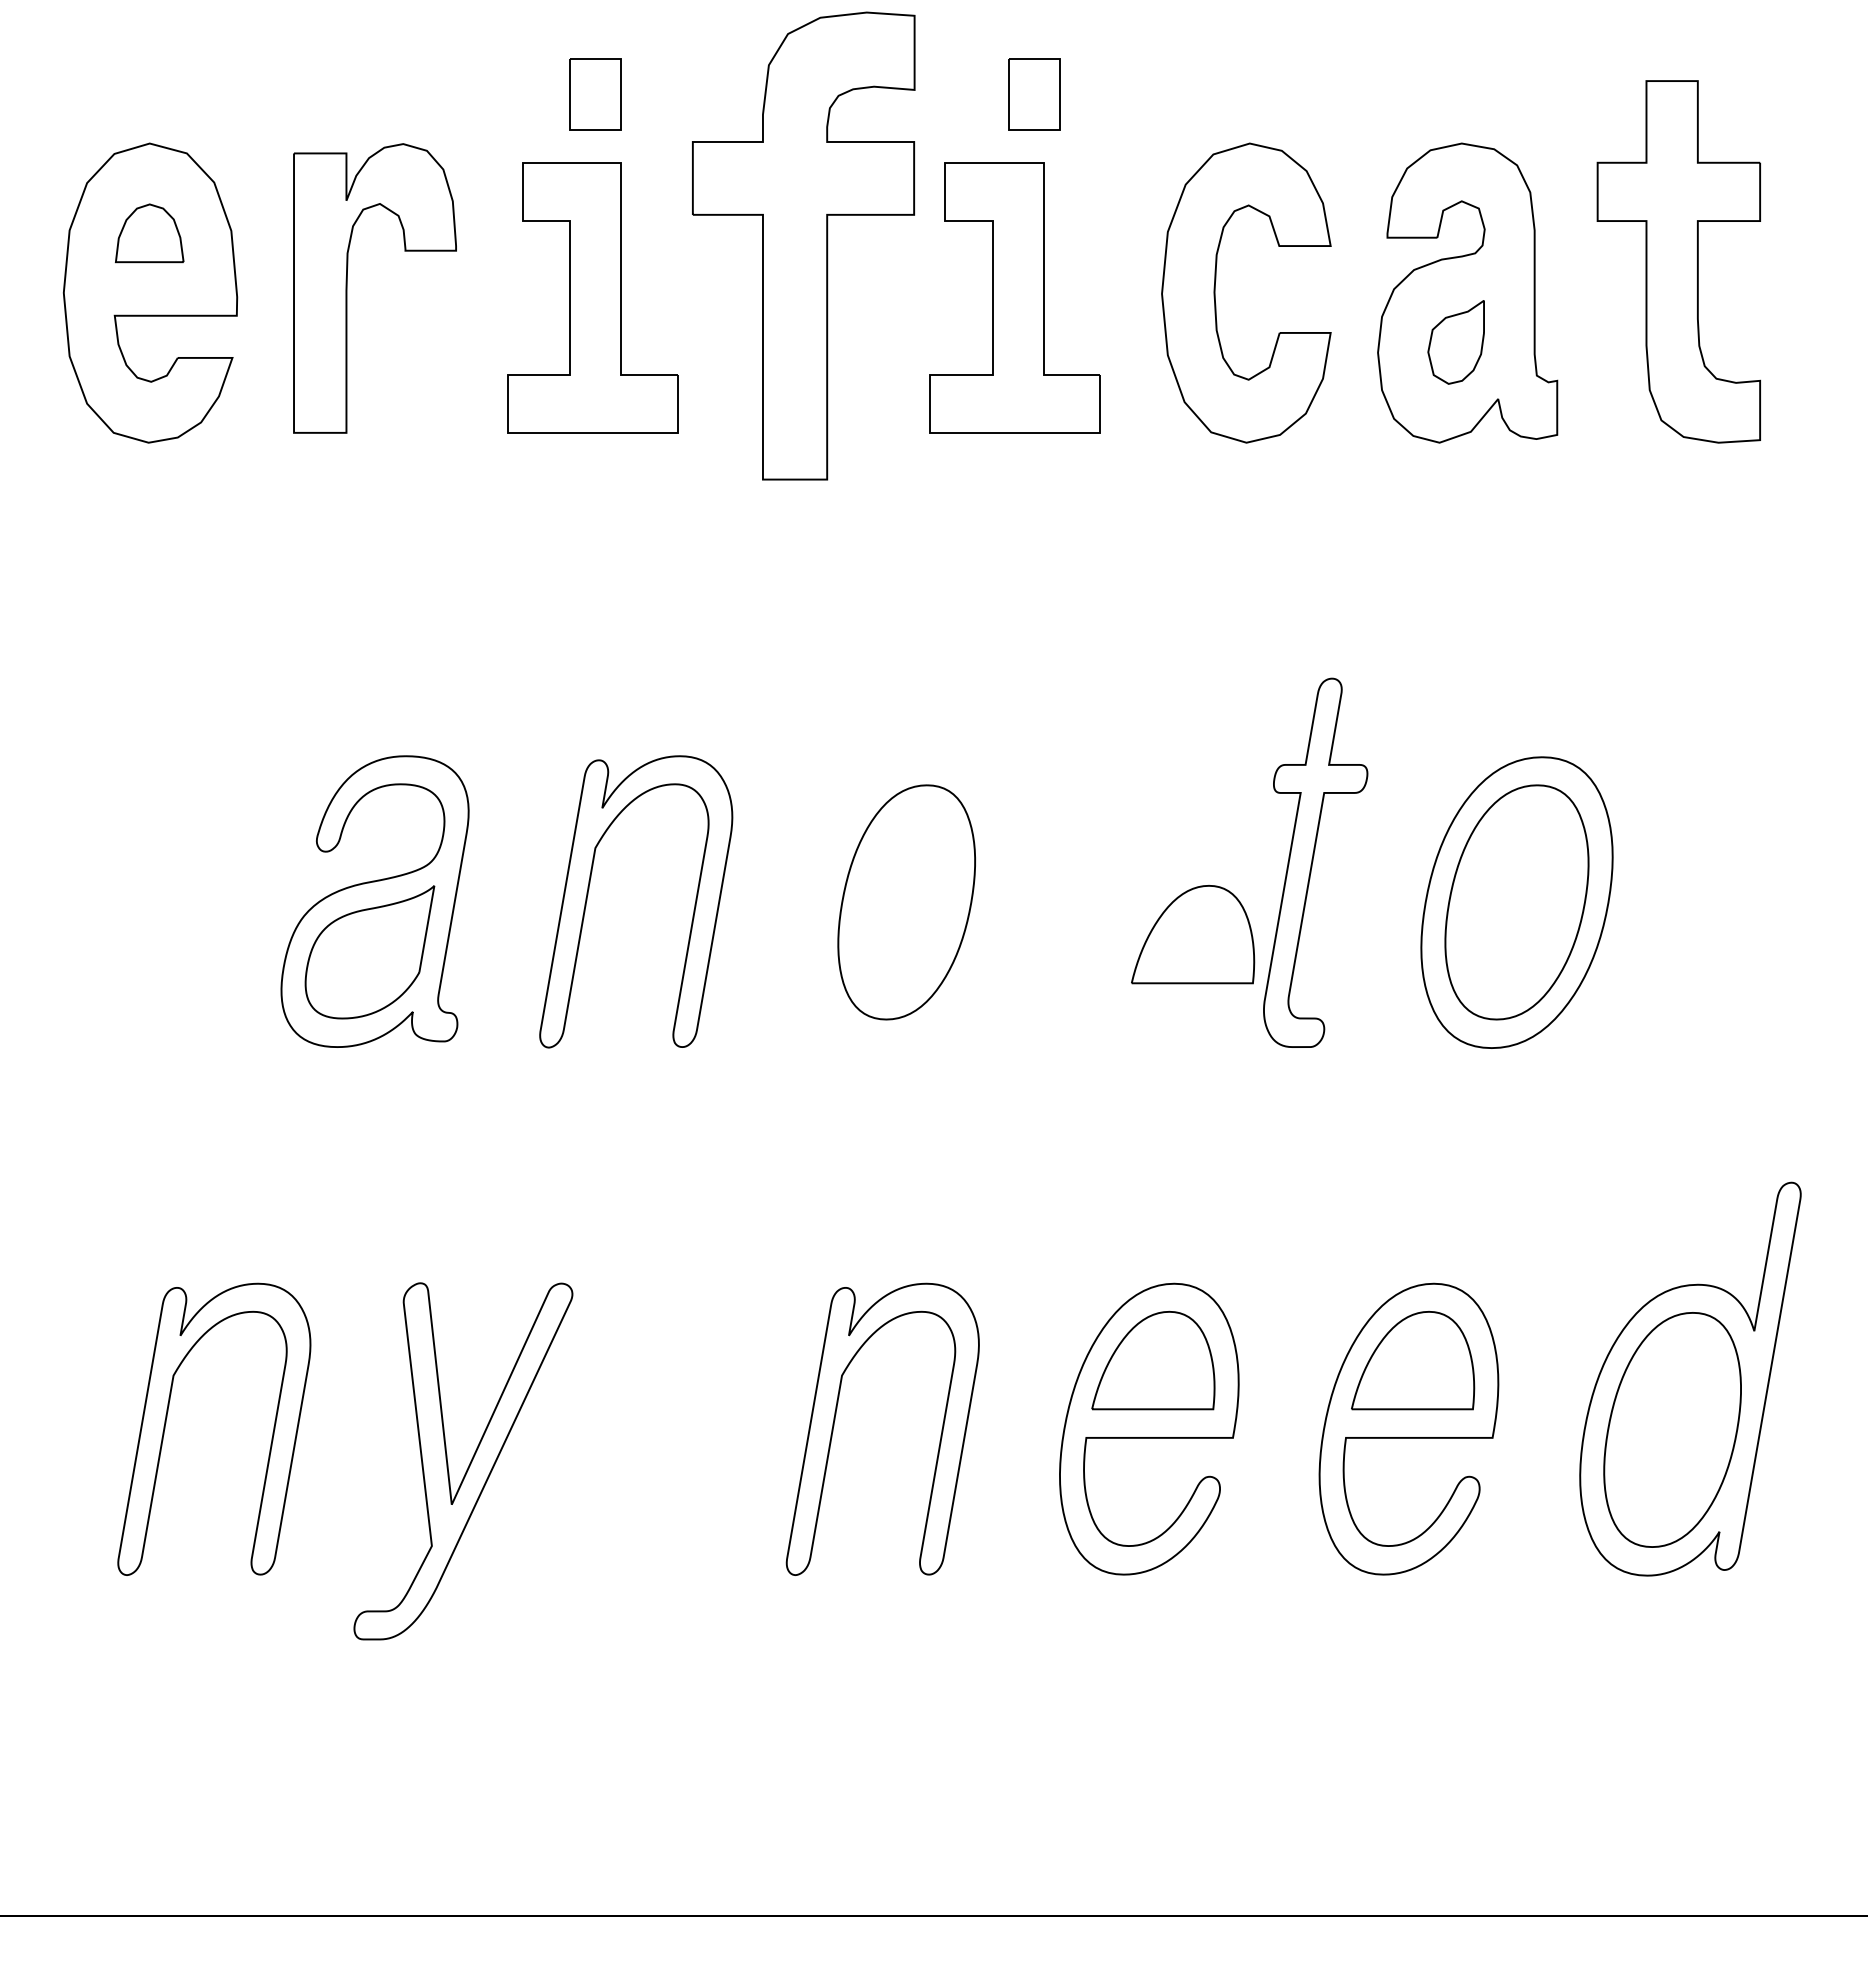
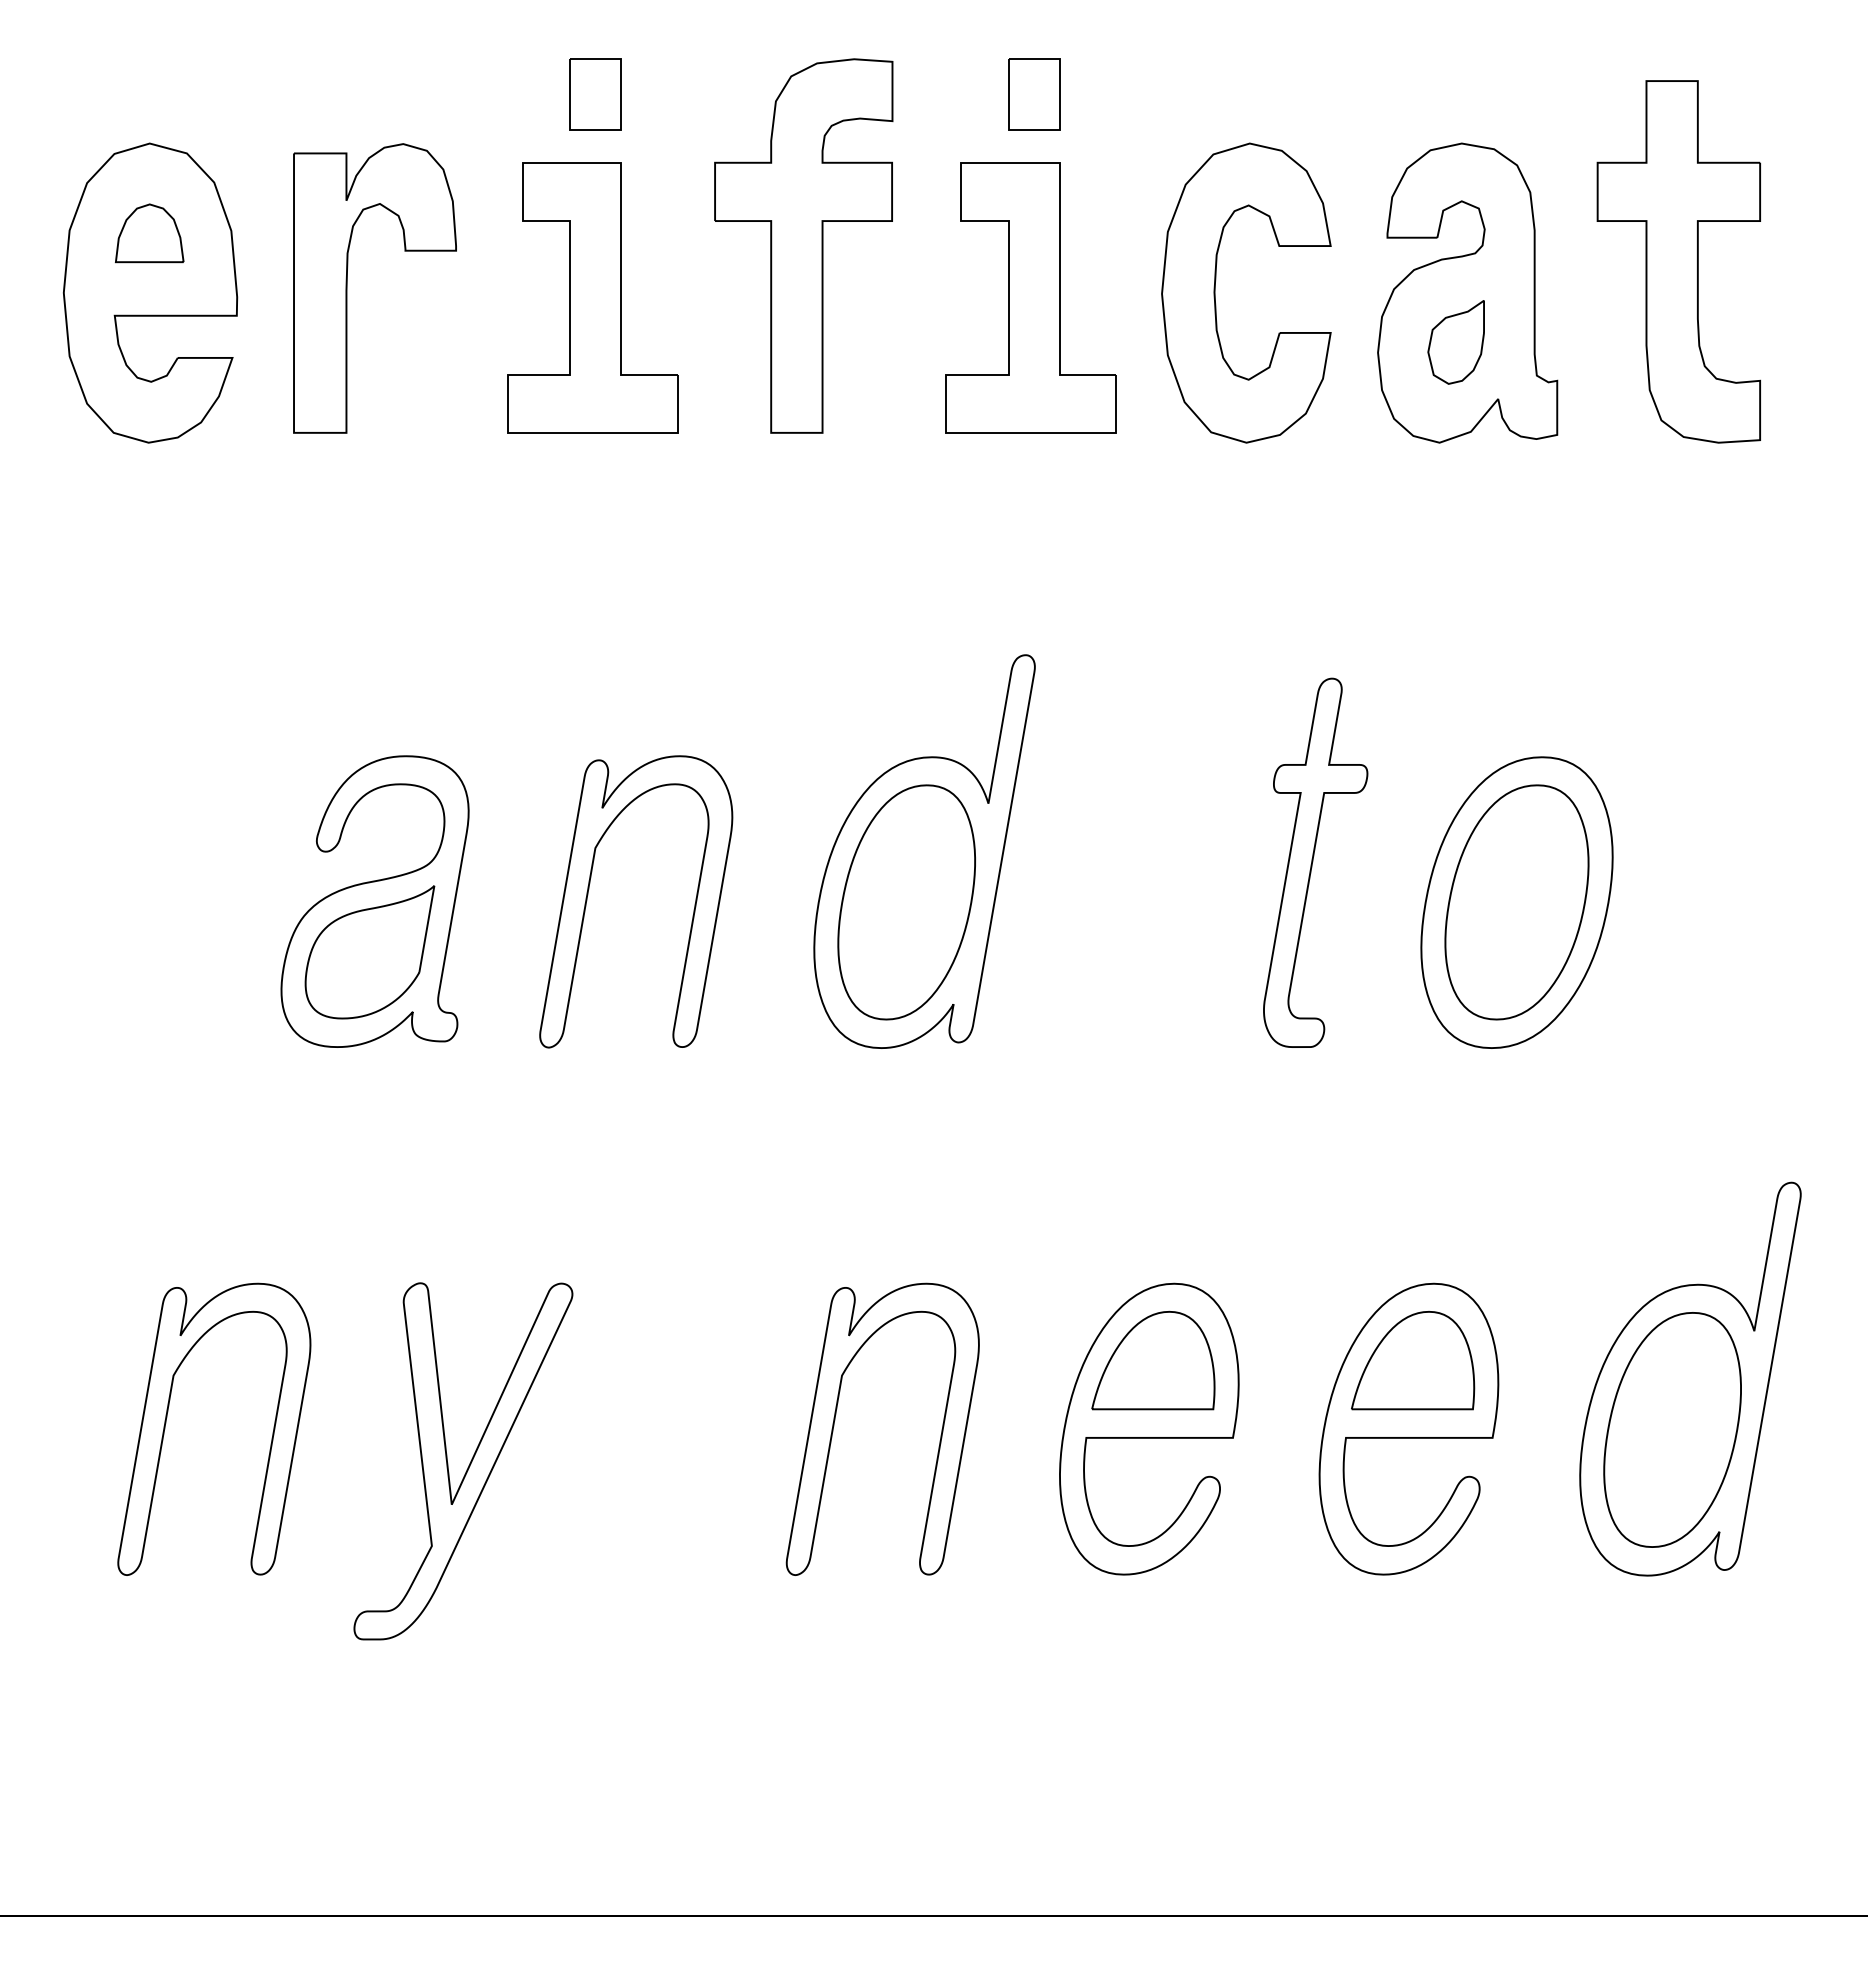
part at (803, 245) size: 224x470 px -> 180x376 px
part at (1014, 297) position: (1014, 297) -> (1030, 297)
part at (924, 851): none -> present
part at (1193, 934): present -> none
